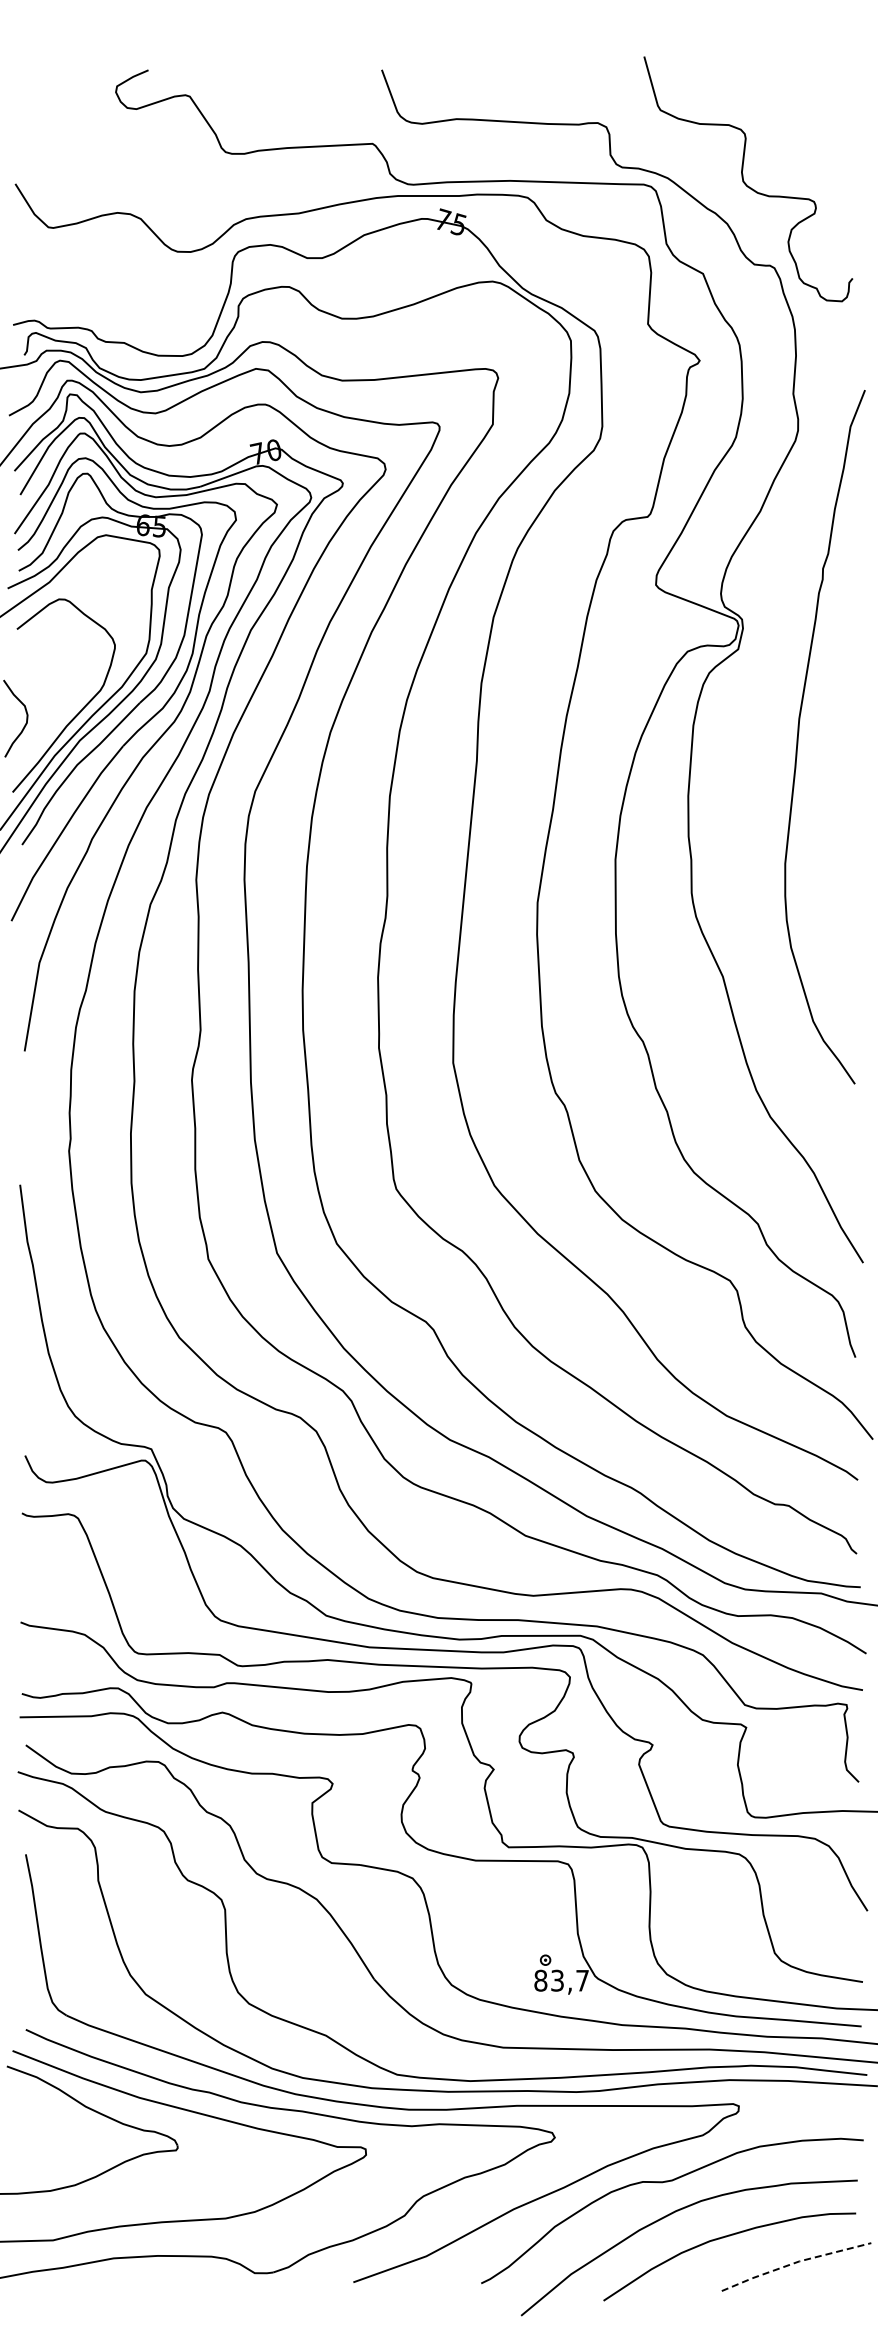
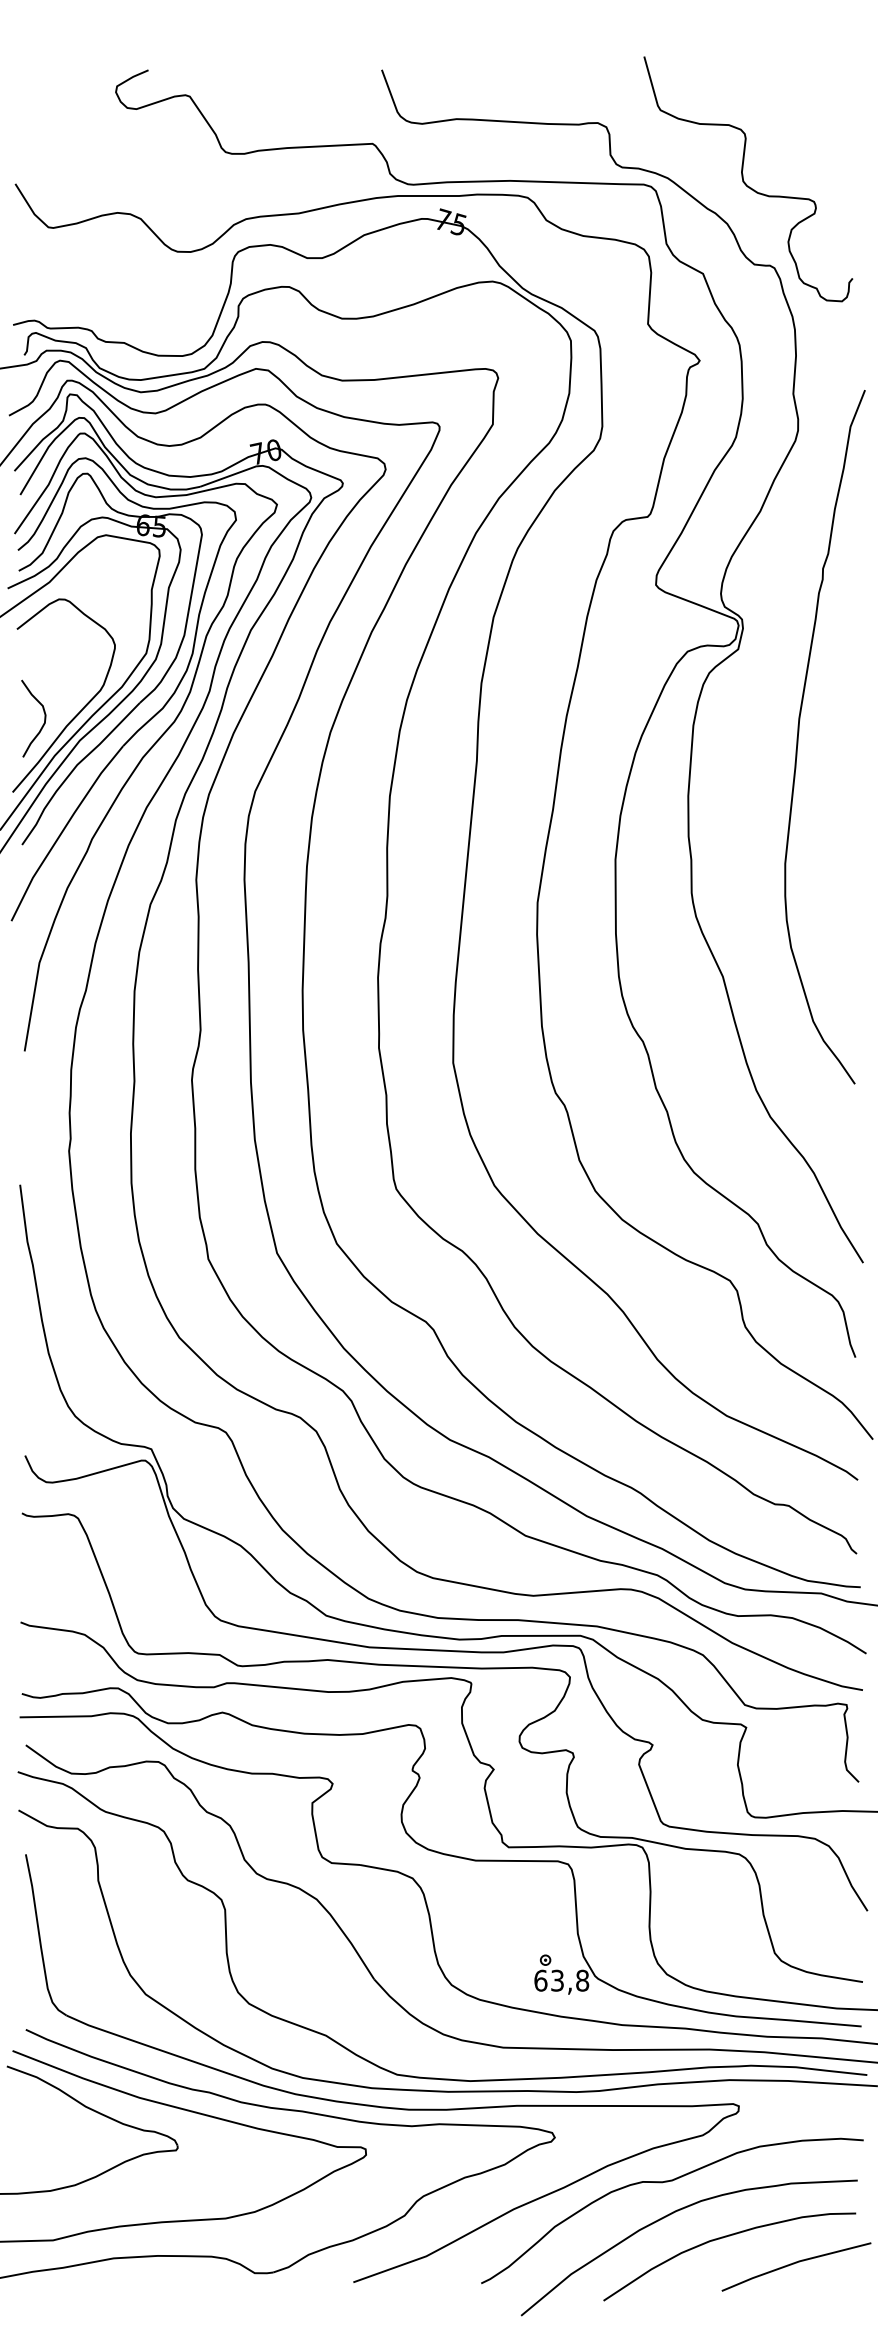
curve at (26, 718) position: (26, 718) -> (44, 718)
text at (561, 1980): 83,7 -> 63,8
line at (795, 2262): dashed -> solid
